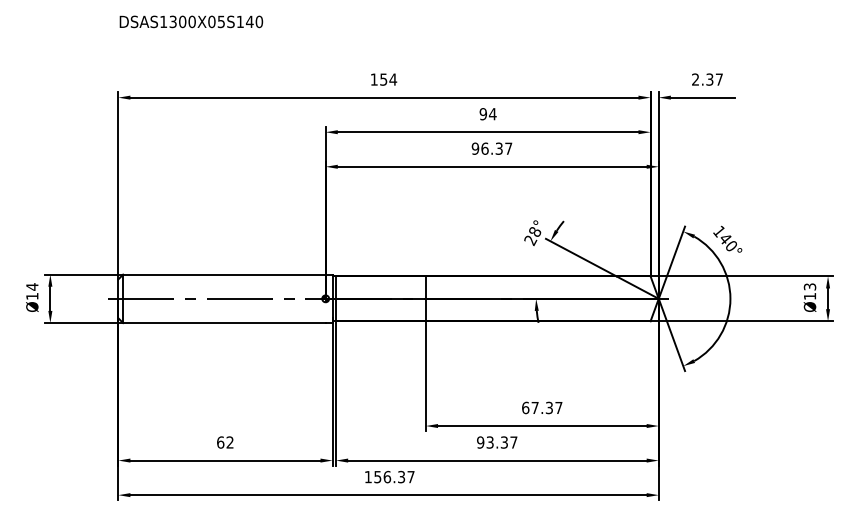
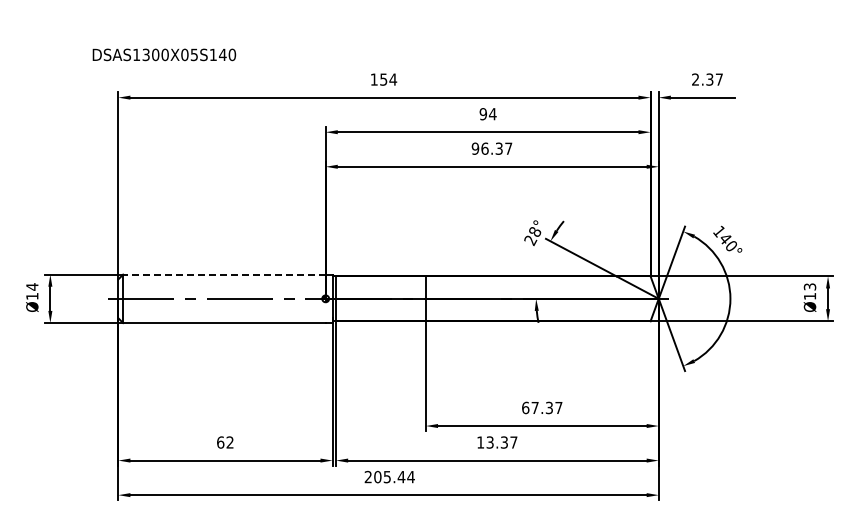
text at (191, 21) position: (191, 21) -> (164, 54)
line at (223, 274): solid -> dashed
text at (480, 442): 93.37 -> 13.37
text at (389, 476): 156.37 -> 205.44
